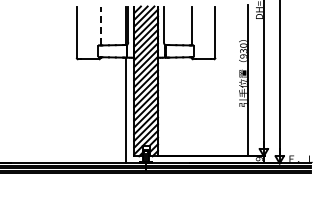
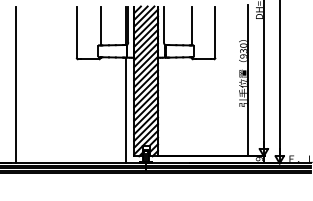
line at (100, 25): dashed -> solid
line at (15, 84): none -> present
